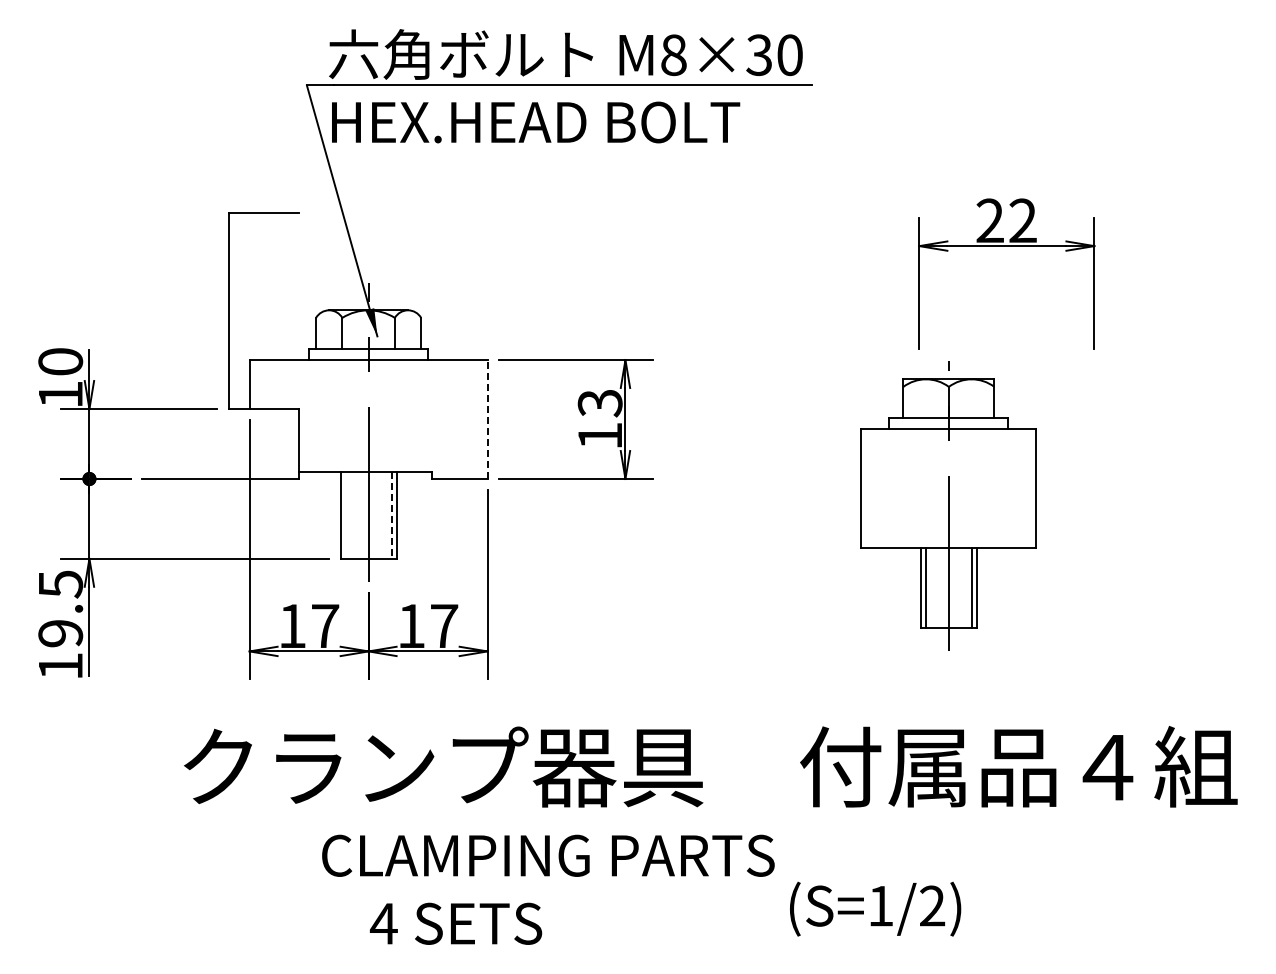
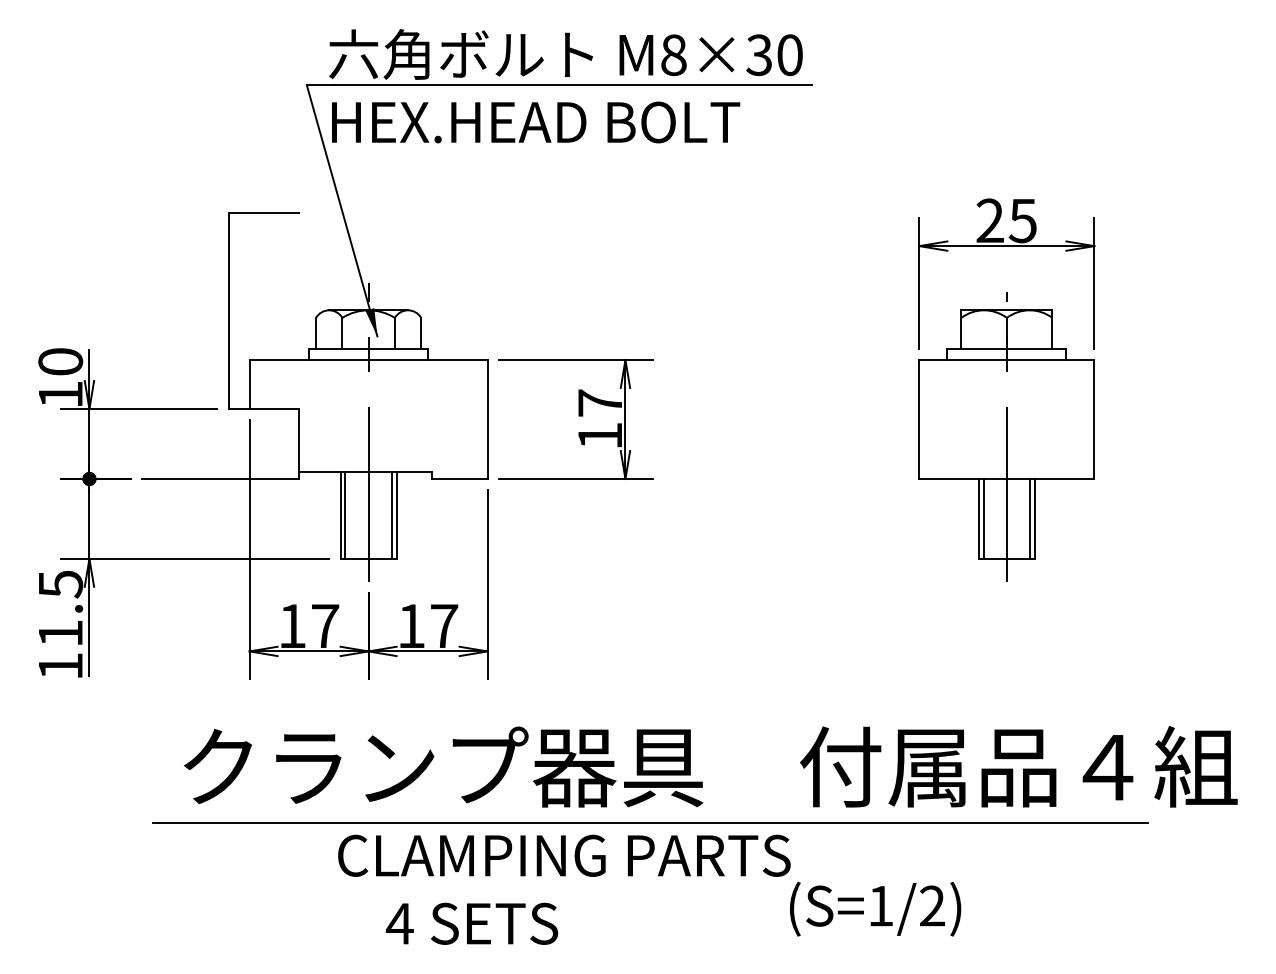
text at (1022, 220): 22 -> 25
text at (599, 403): 13 -> 17
line at (487, 419): dashed -> solid
part at (948, 505) position: (948, 505) -> (1006, 436)
line at (345, 515): none -> present
line at (391, 515): dashed -> solid
text at (60, 633): 19.5 -> 11.5
line at (650, 822): none -> present
text at (548, 889) position: (548, 889) -> (564, 889)
